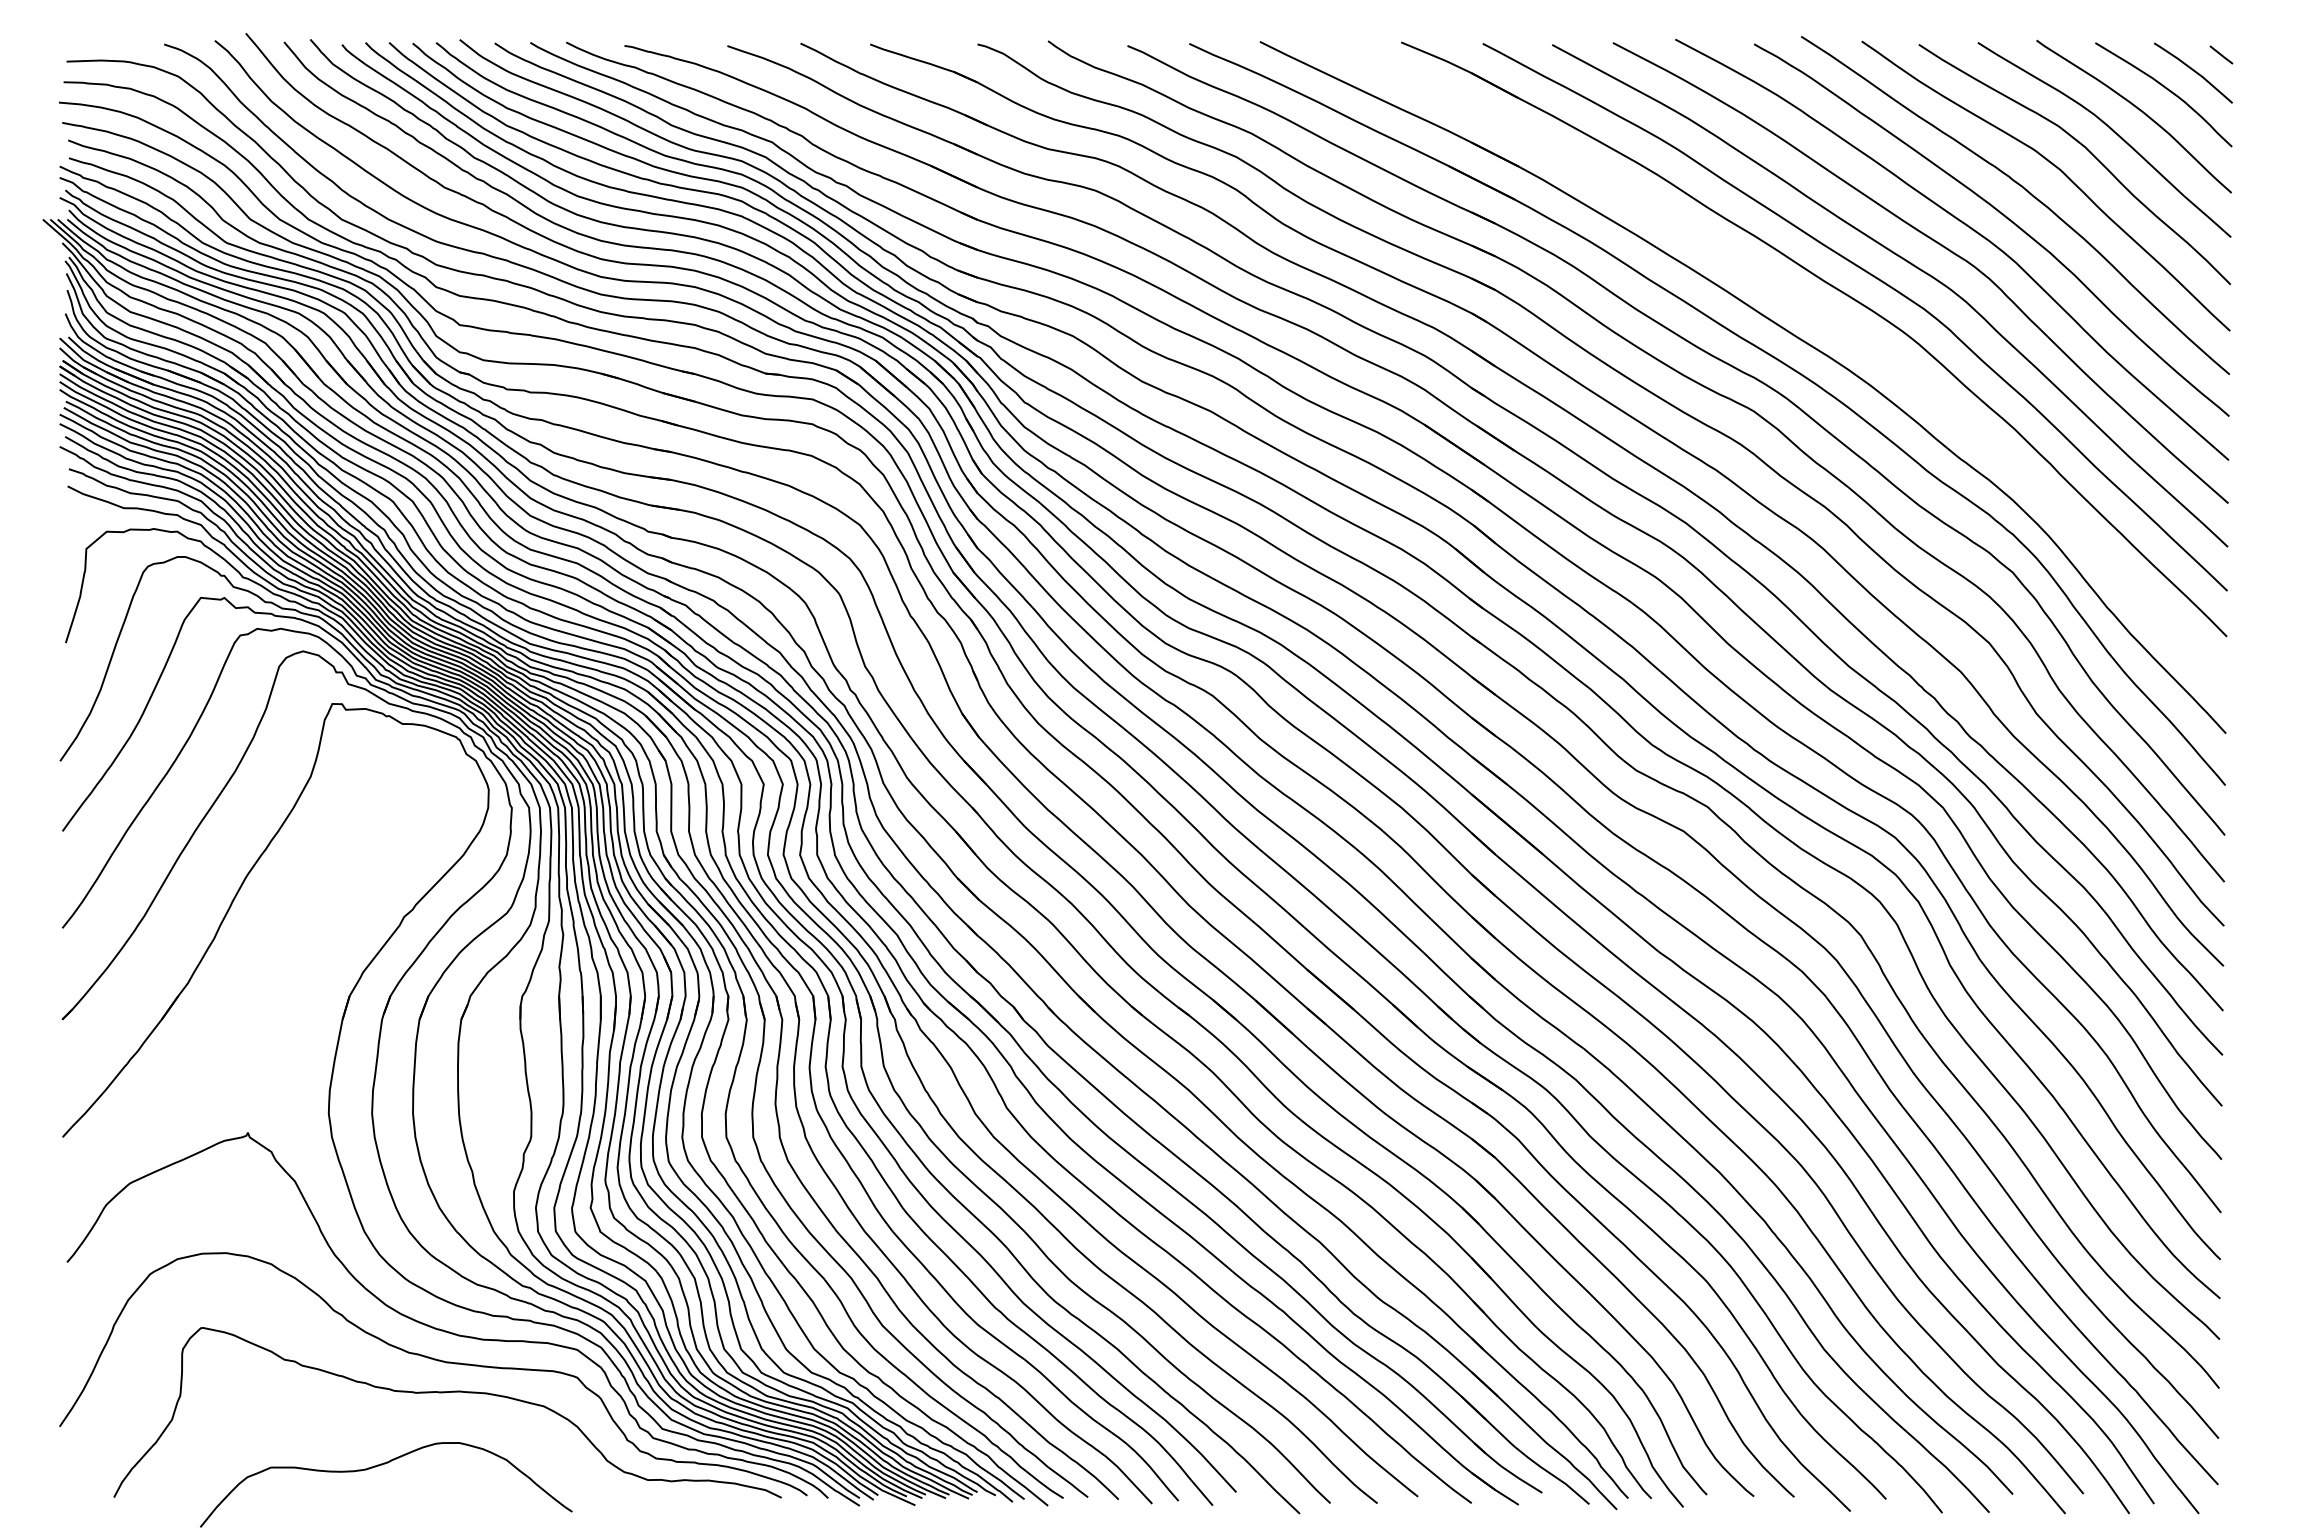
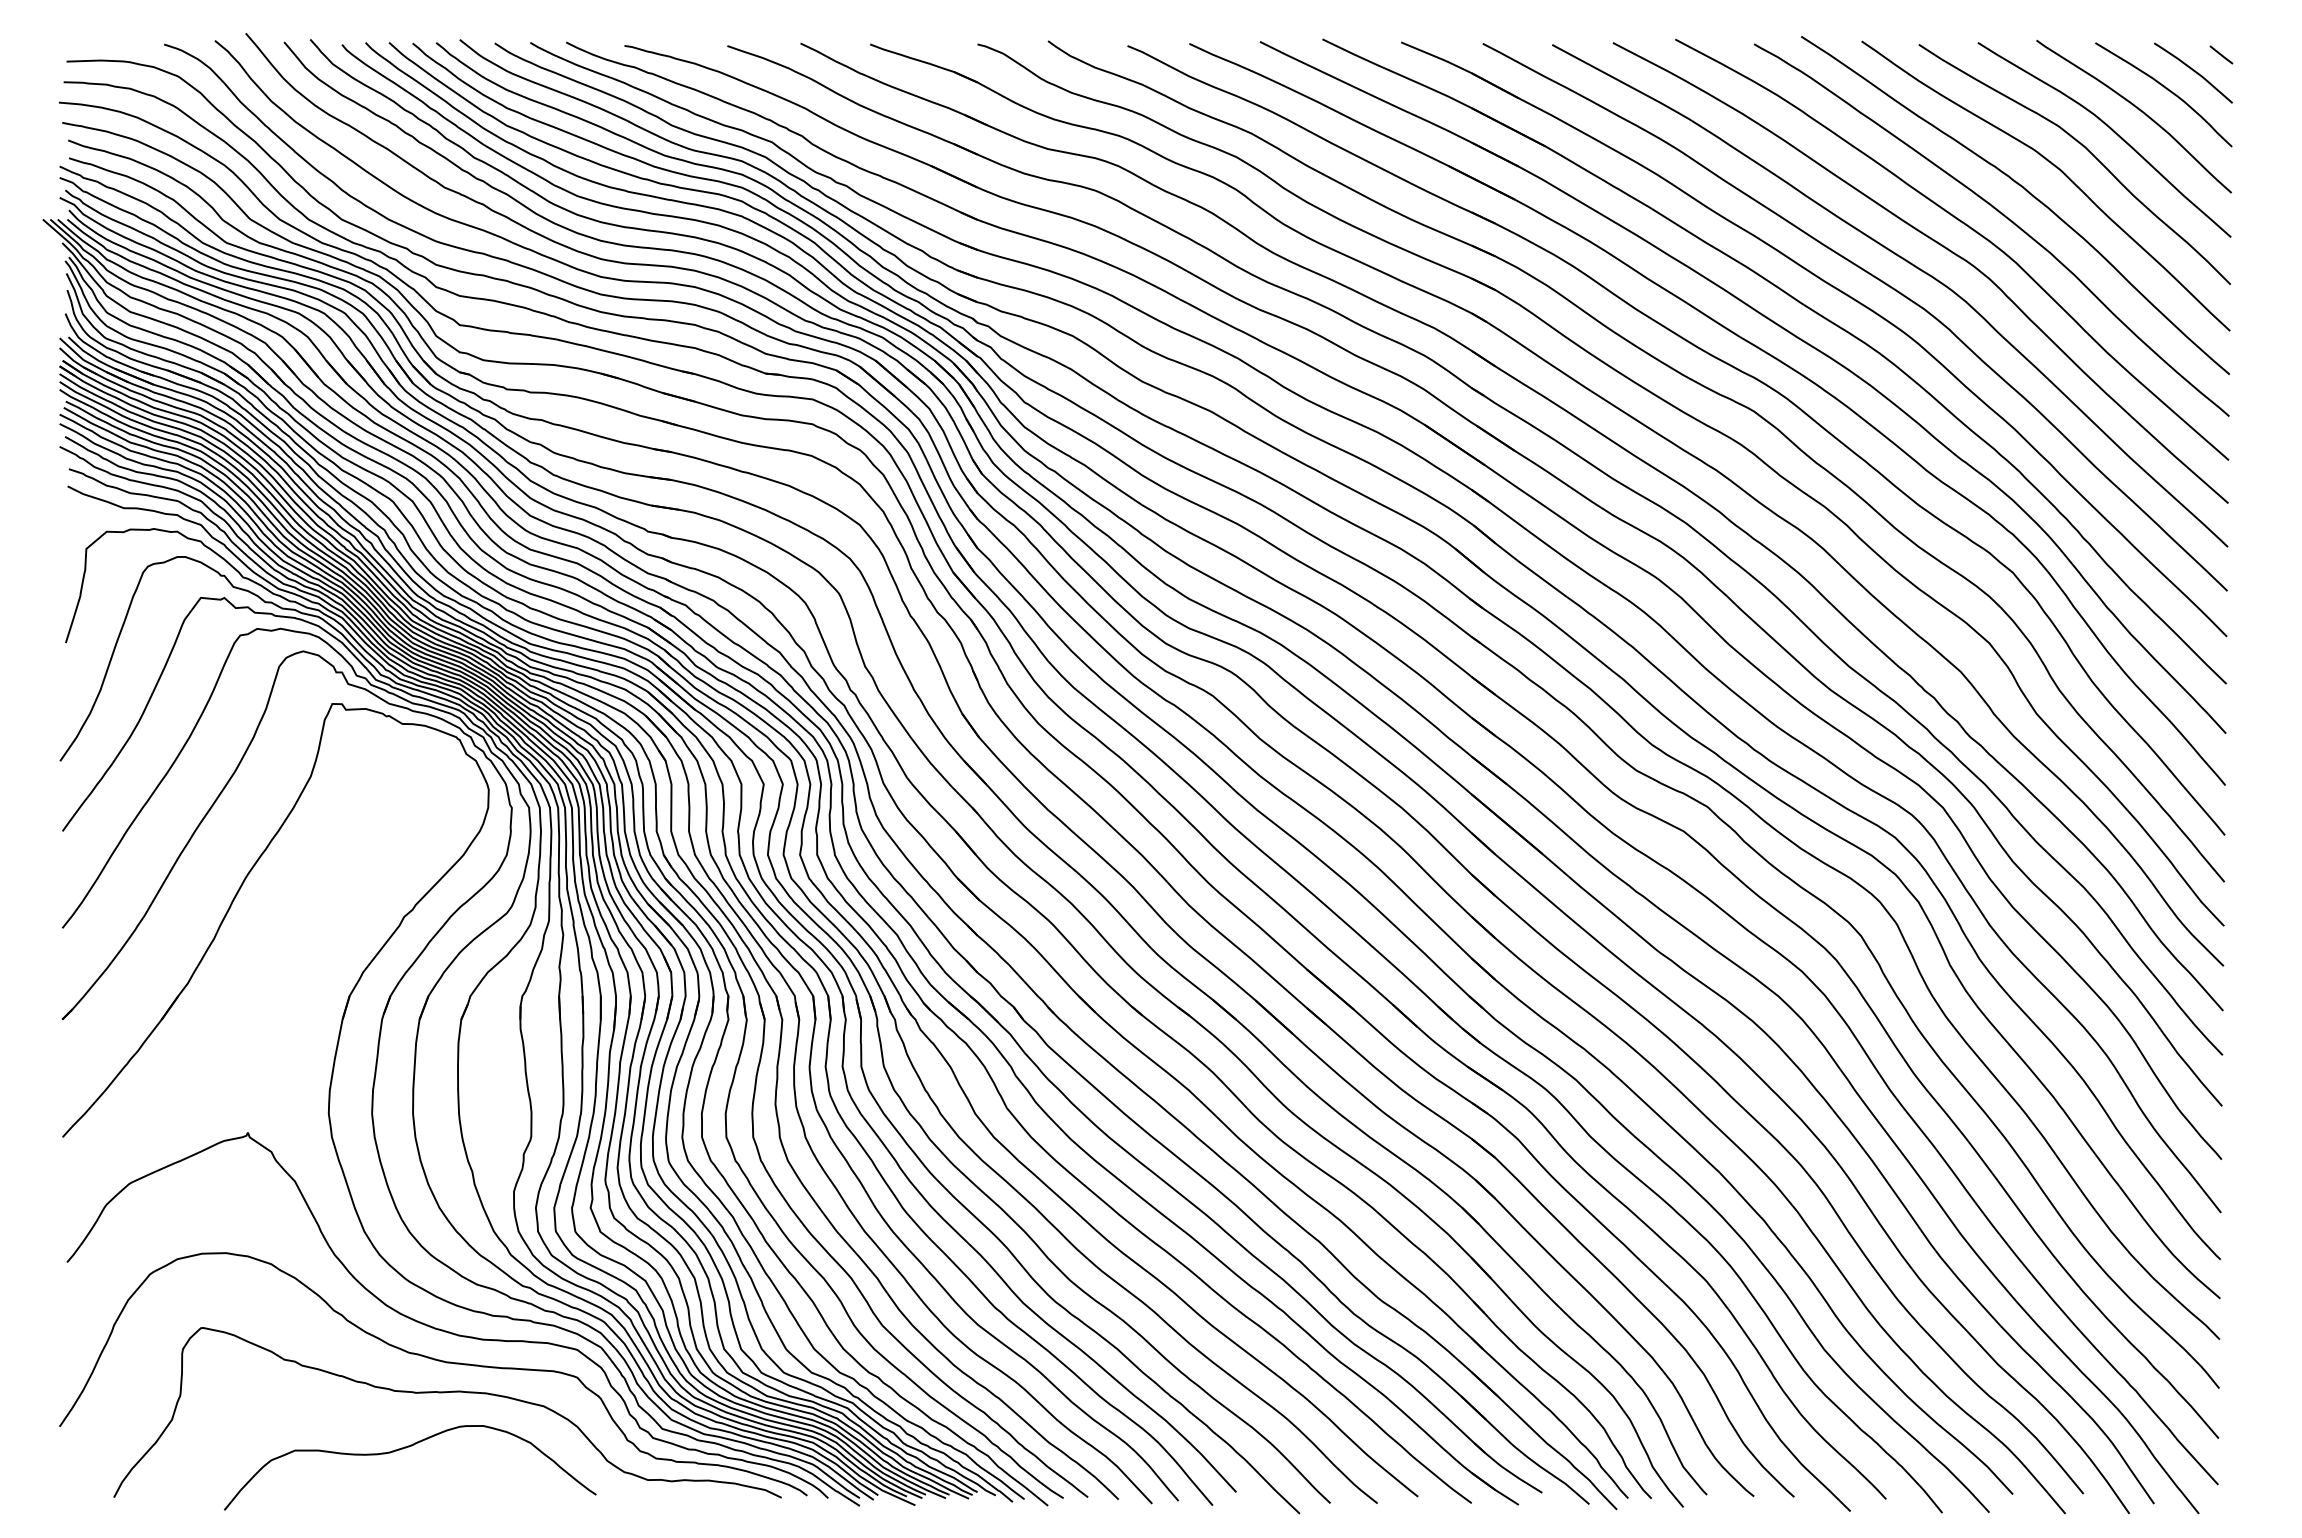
part at (1810, 310): none -> present
curve at (379, 1466) position: (379, 1466) -> (403, 1449)
